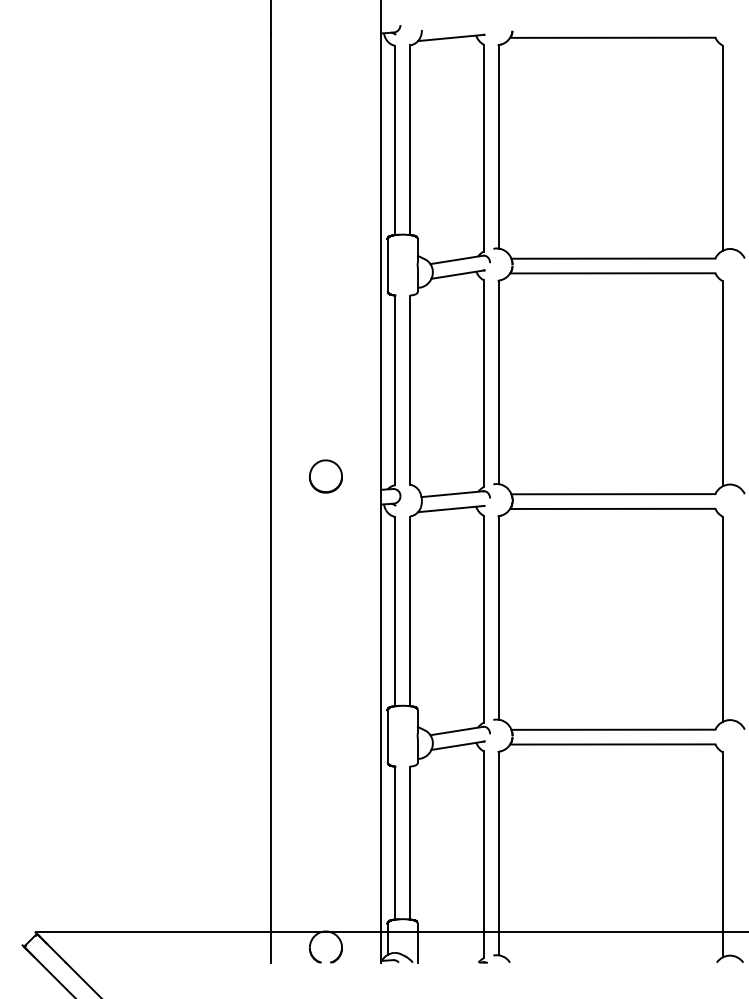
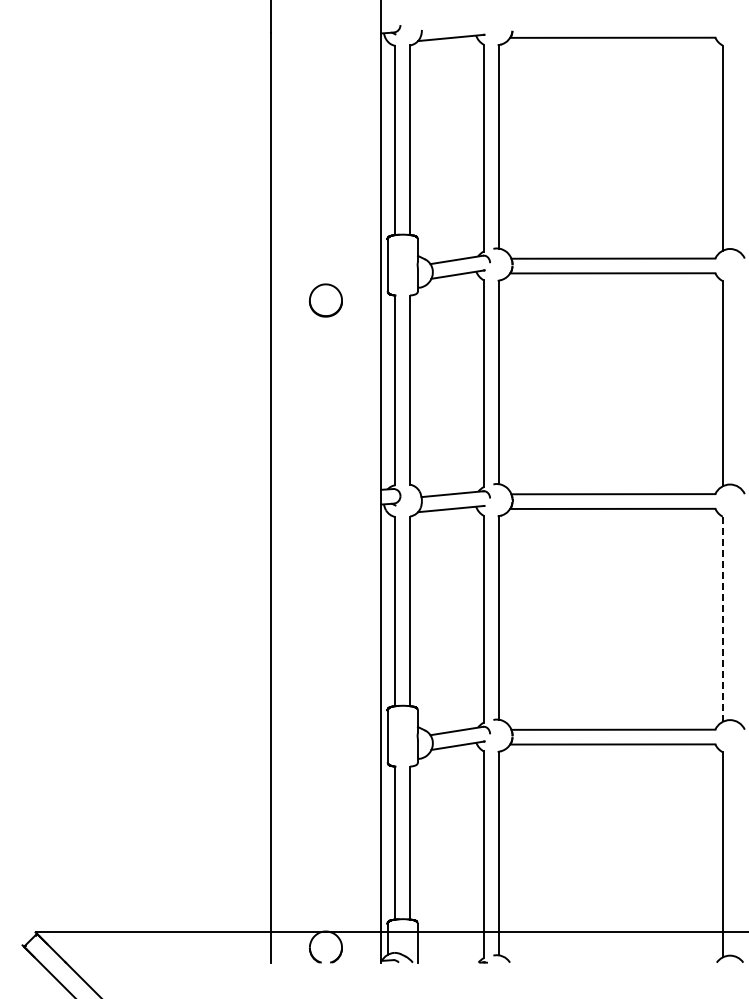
part at (325, 476) position: (325, 476) -> (325, 300)
line at (722, 619): solid -> dashed
